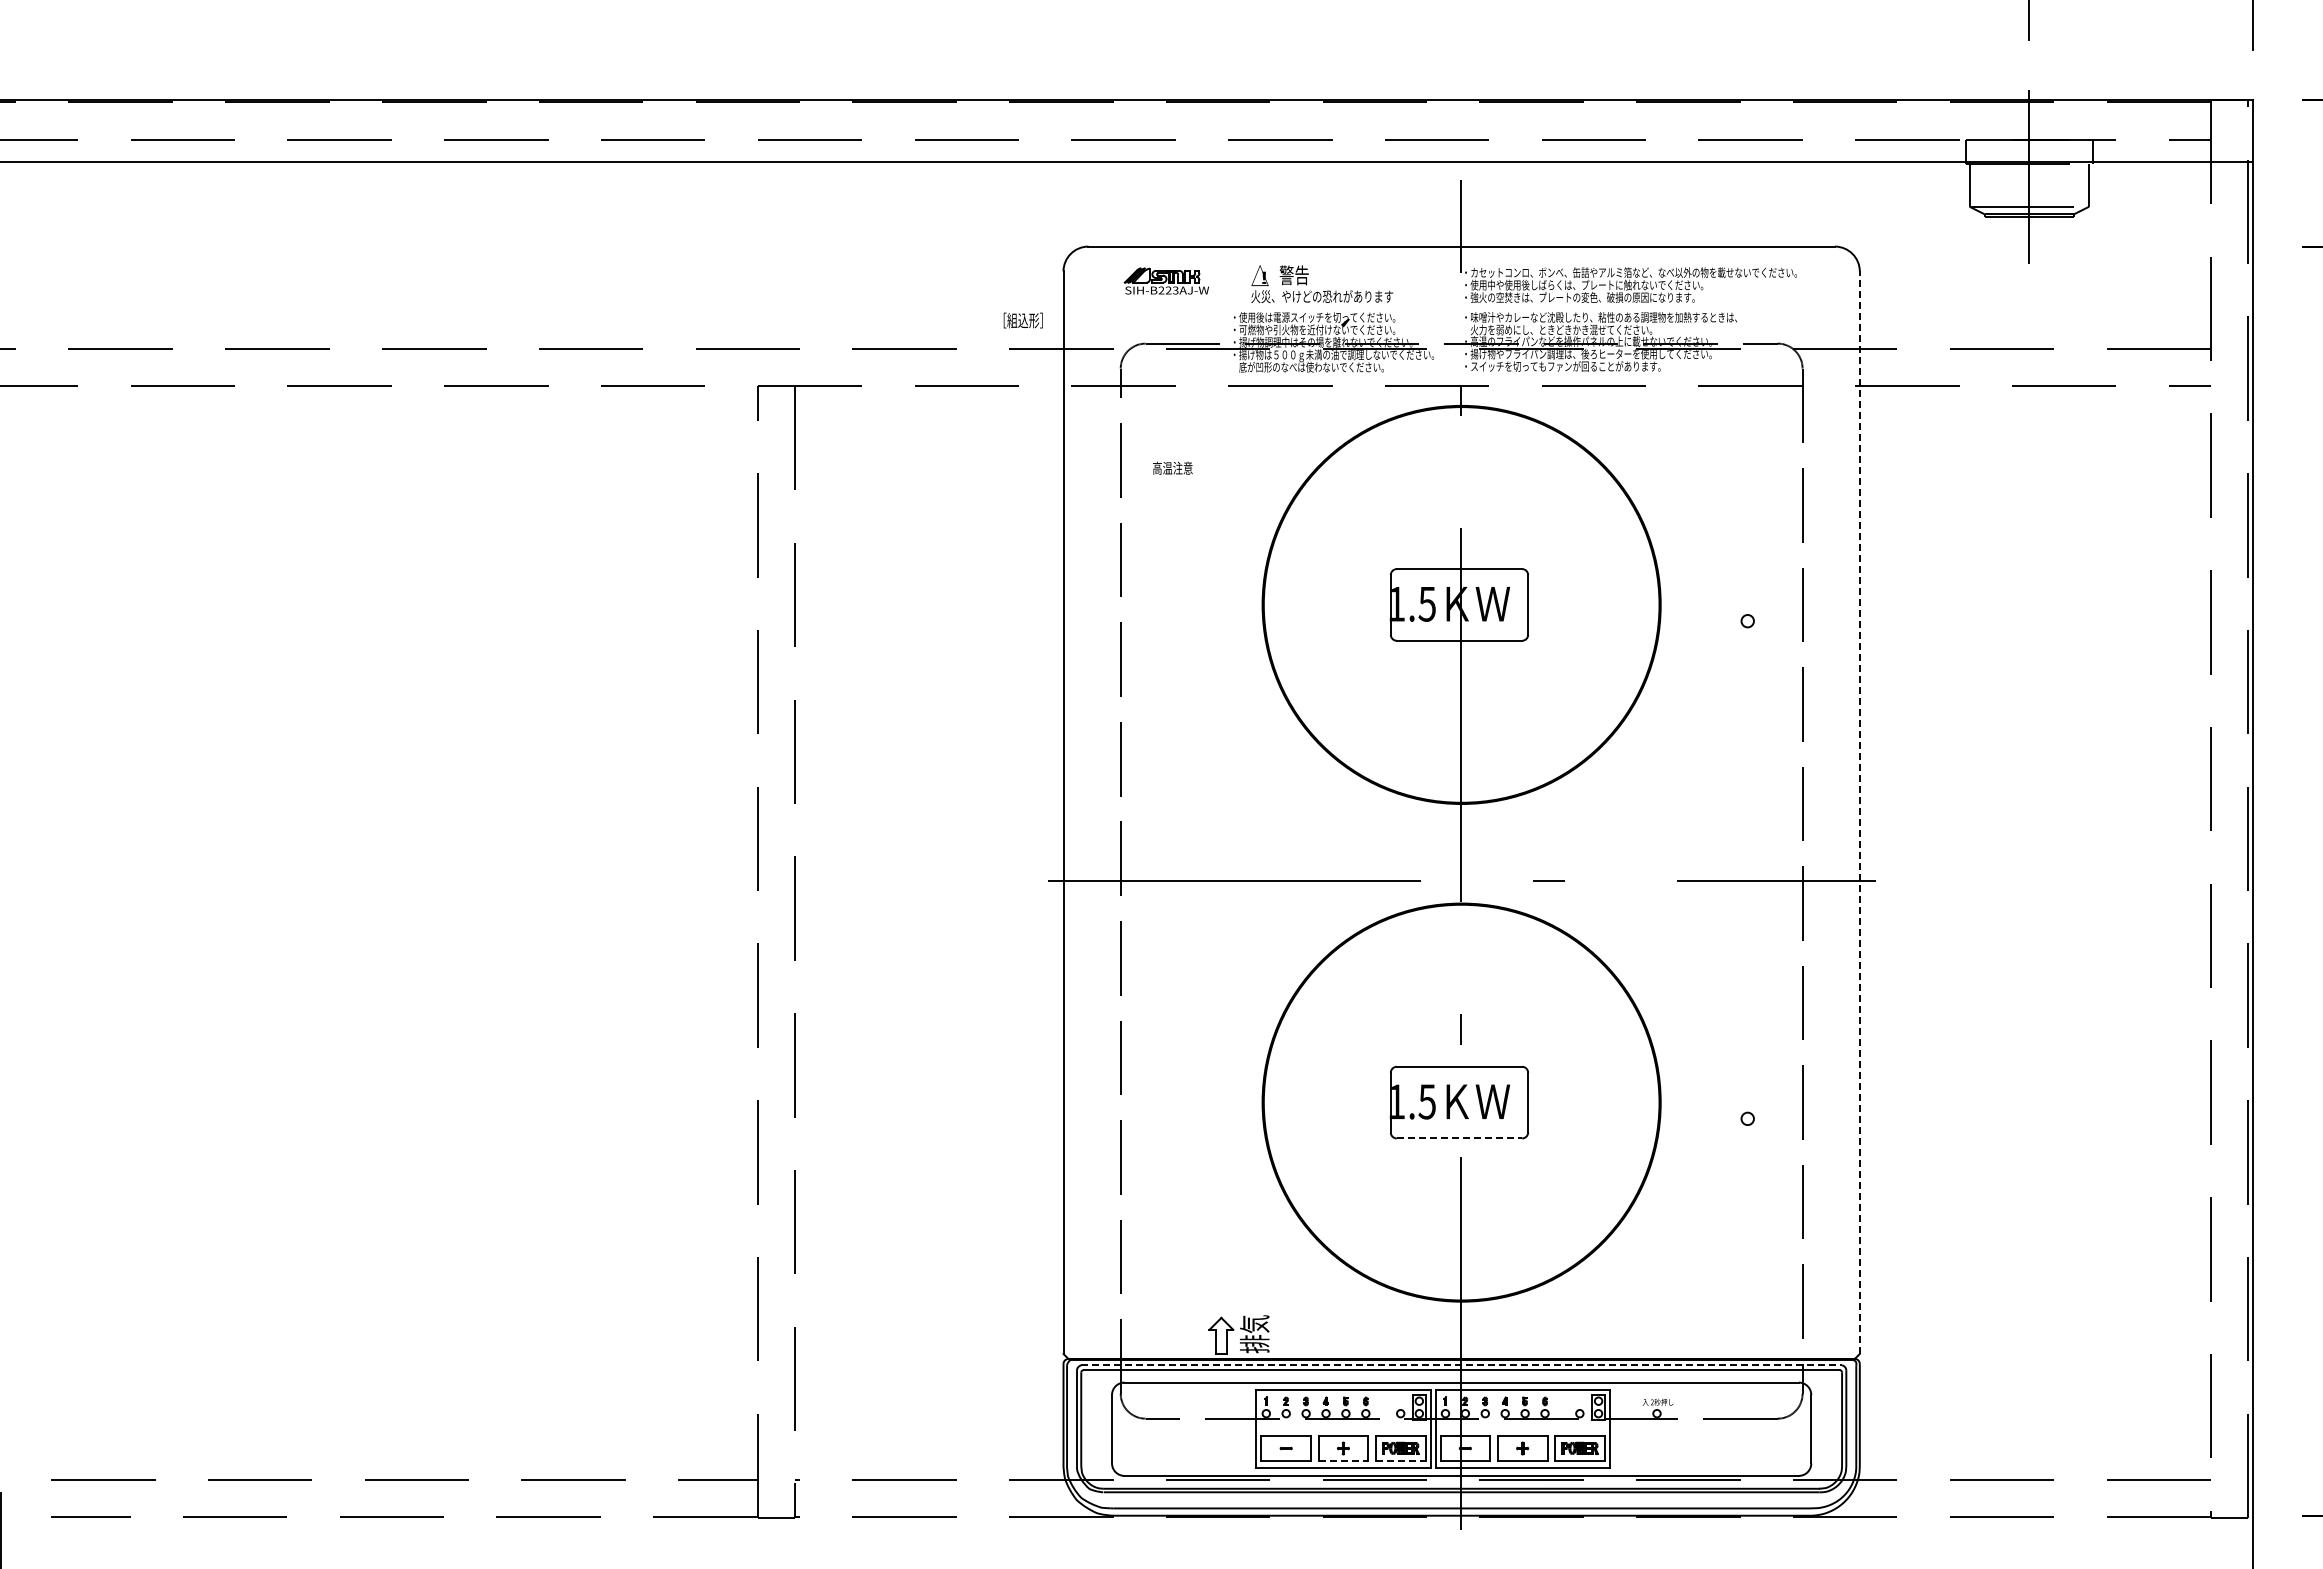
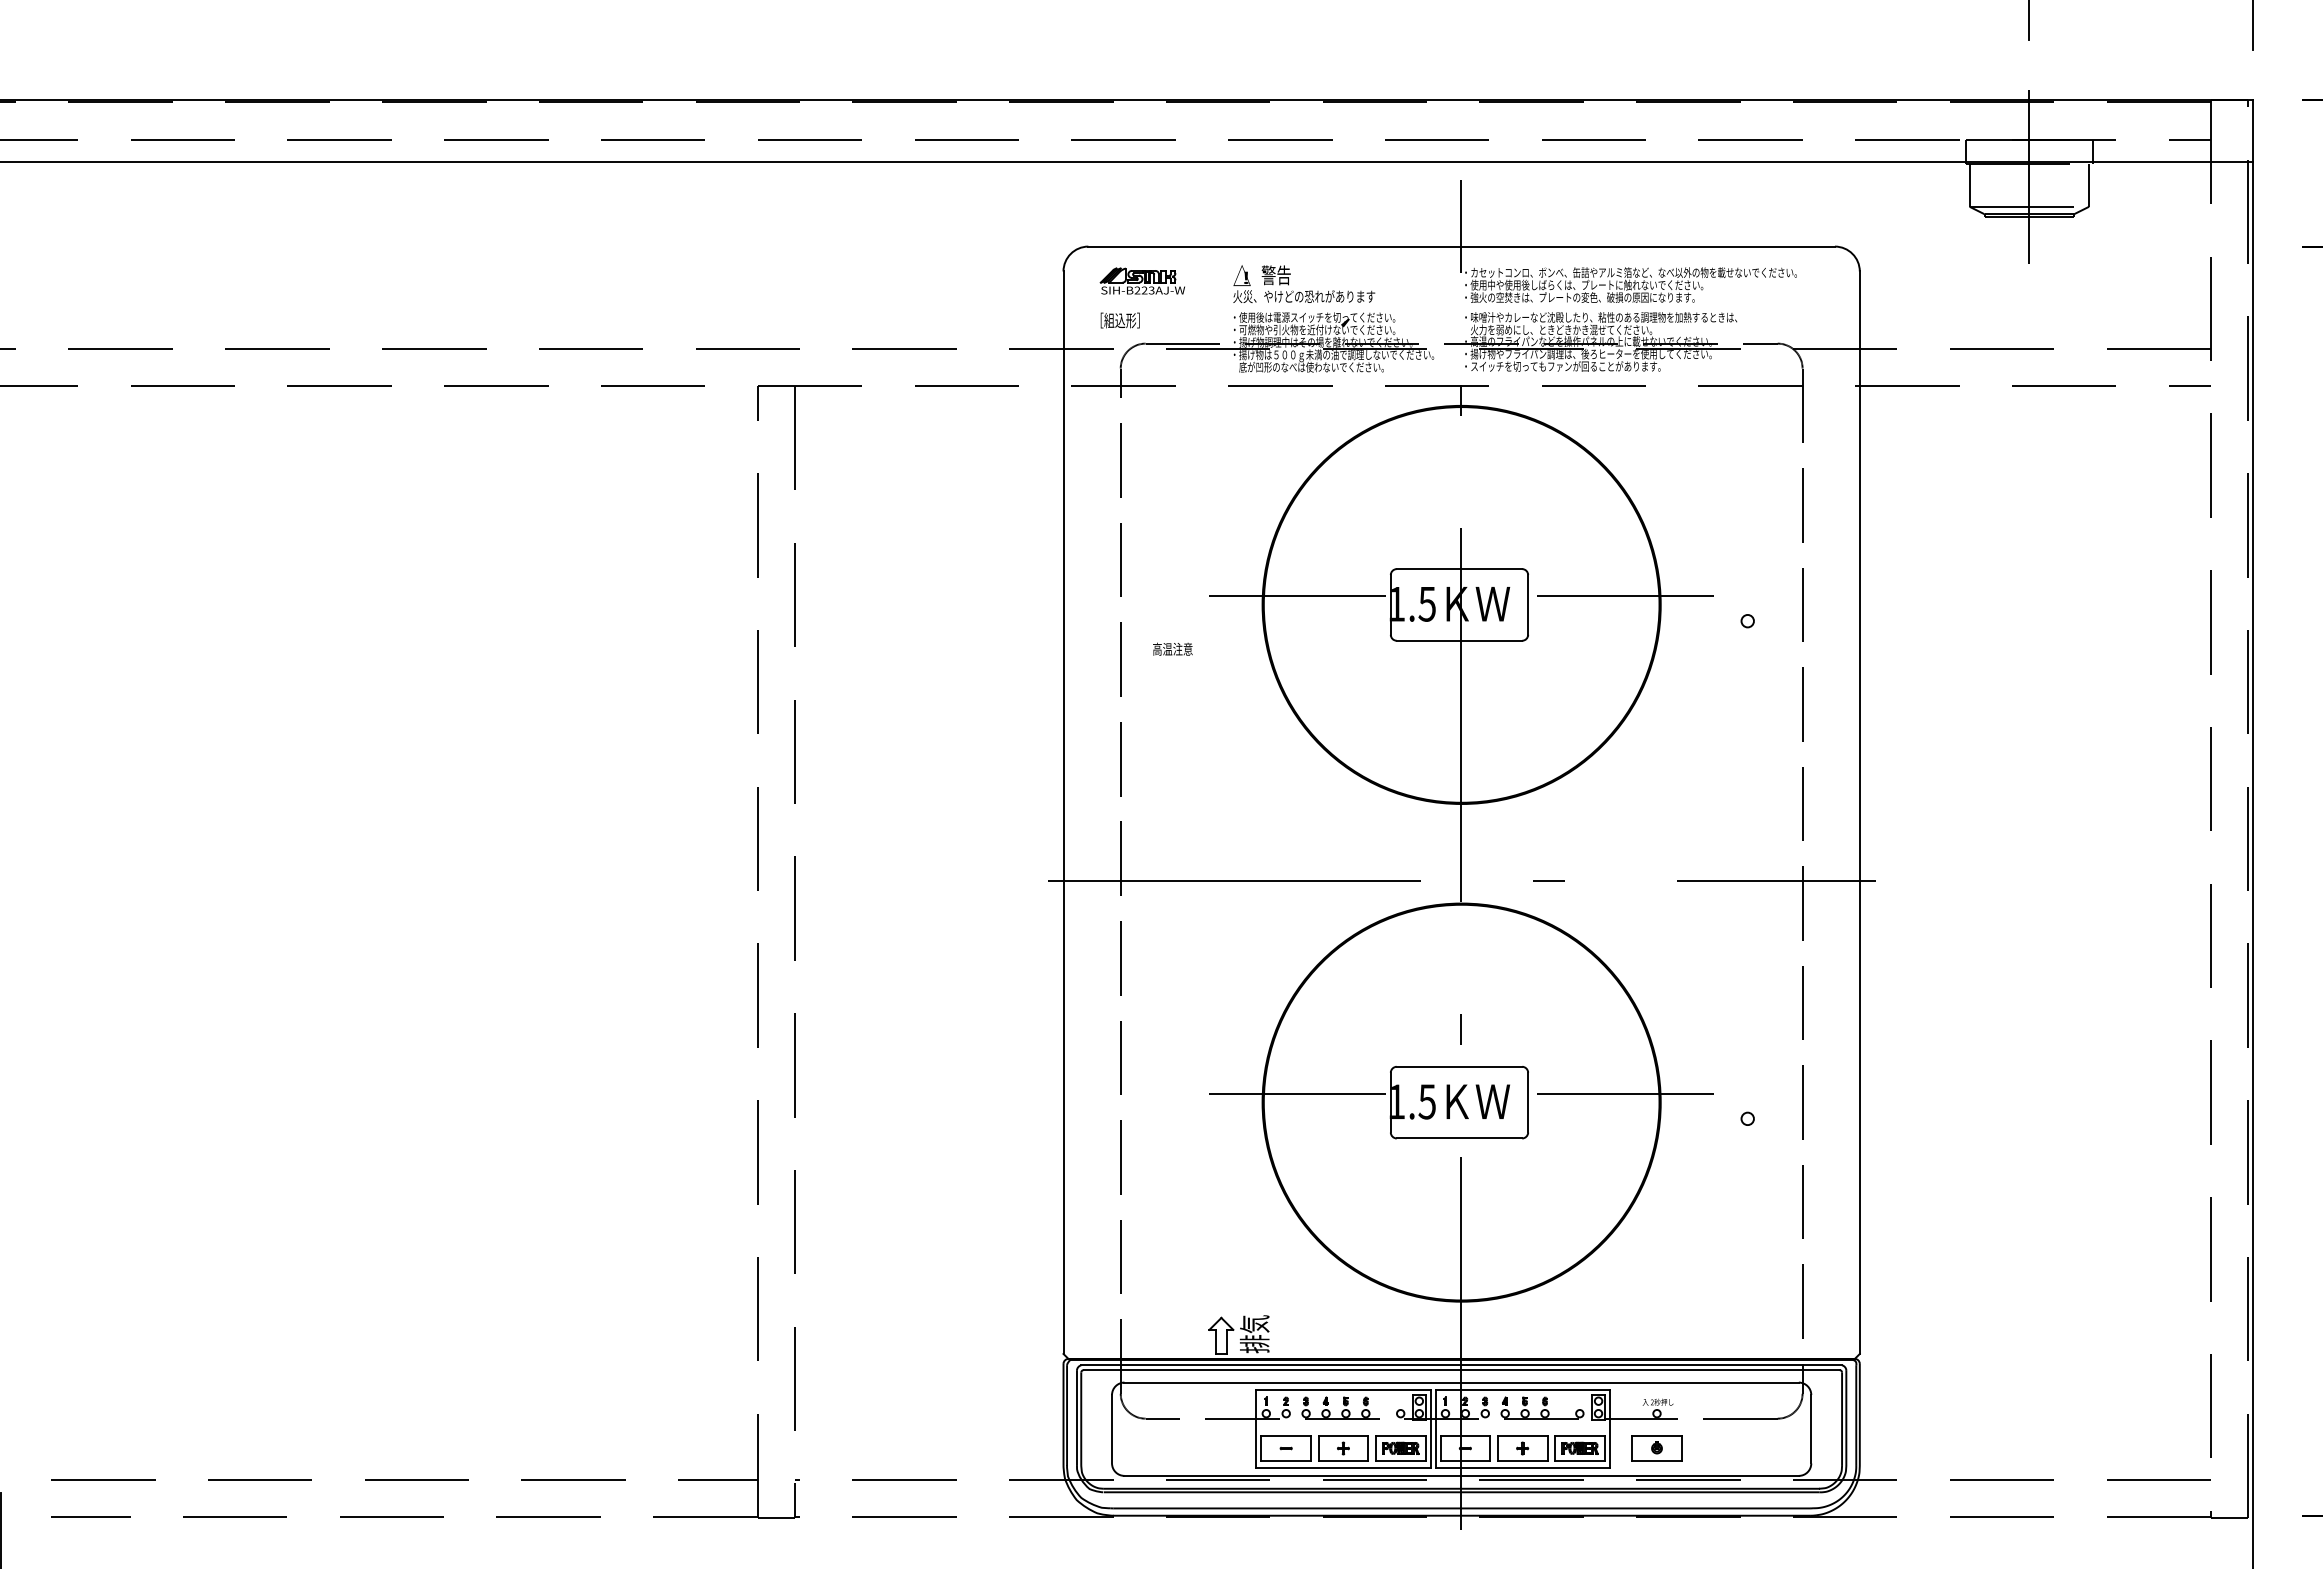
part at (1165, 280) position: (1165, 280) -> (1141, 280)
text at (1322, 283) position: (1322, 283) -> (1304, 283)
text at (1022, 320) position: (1022, 320) -> (1119, 320)
text at (1172, 467) position: (1172, 467) -> (1172, 648)
line at (1297, 596): none -> present
line at (1625, 596): none -> present
line at (1859, 812): dashed -> solid
line at (1297, 1094): none -> present
line at (1625, 1094): none -> present
line at (1459, 1138): dashed -> solid
line at (1462, 1365): dashed -> solid
part at (1656, 1448): none -> present
line at (1343, 1460): dashed -> solid
line at (1400, 1460): dashed -> solid
